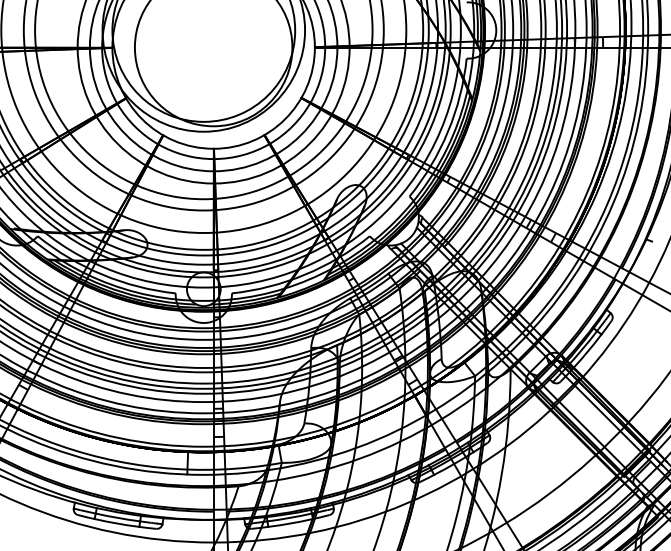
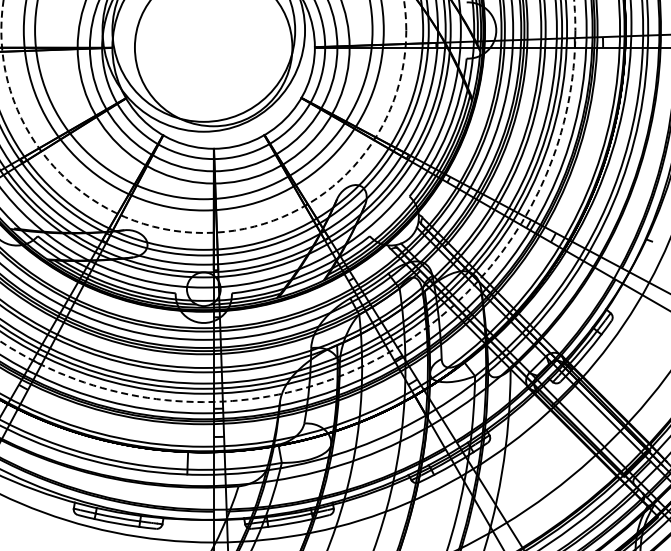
circle at (203, 116): solid -> dashed
circle at (287, 201): solid -> dashed
